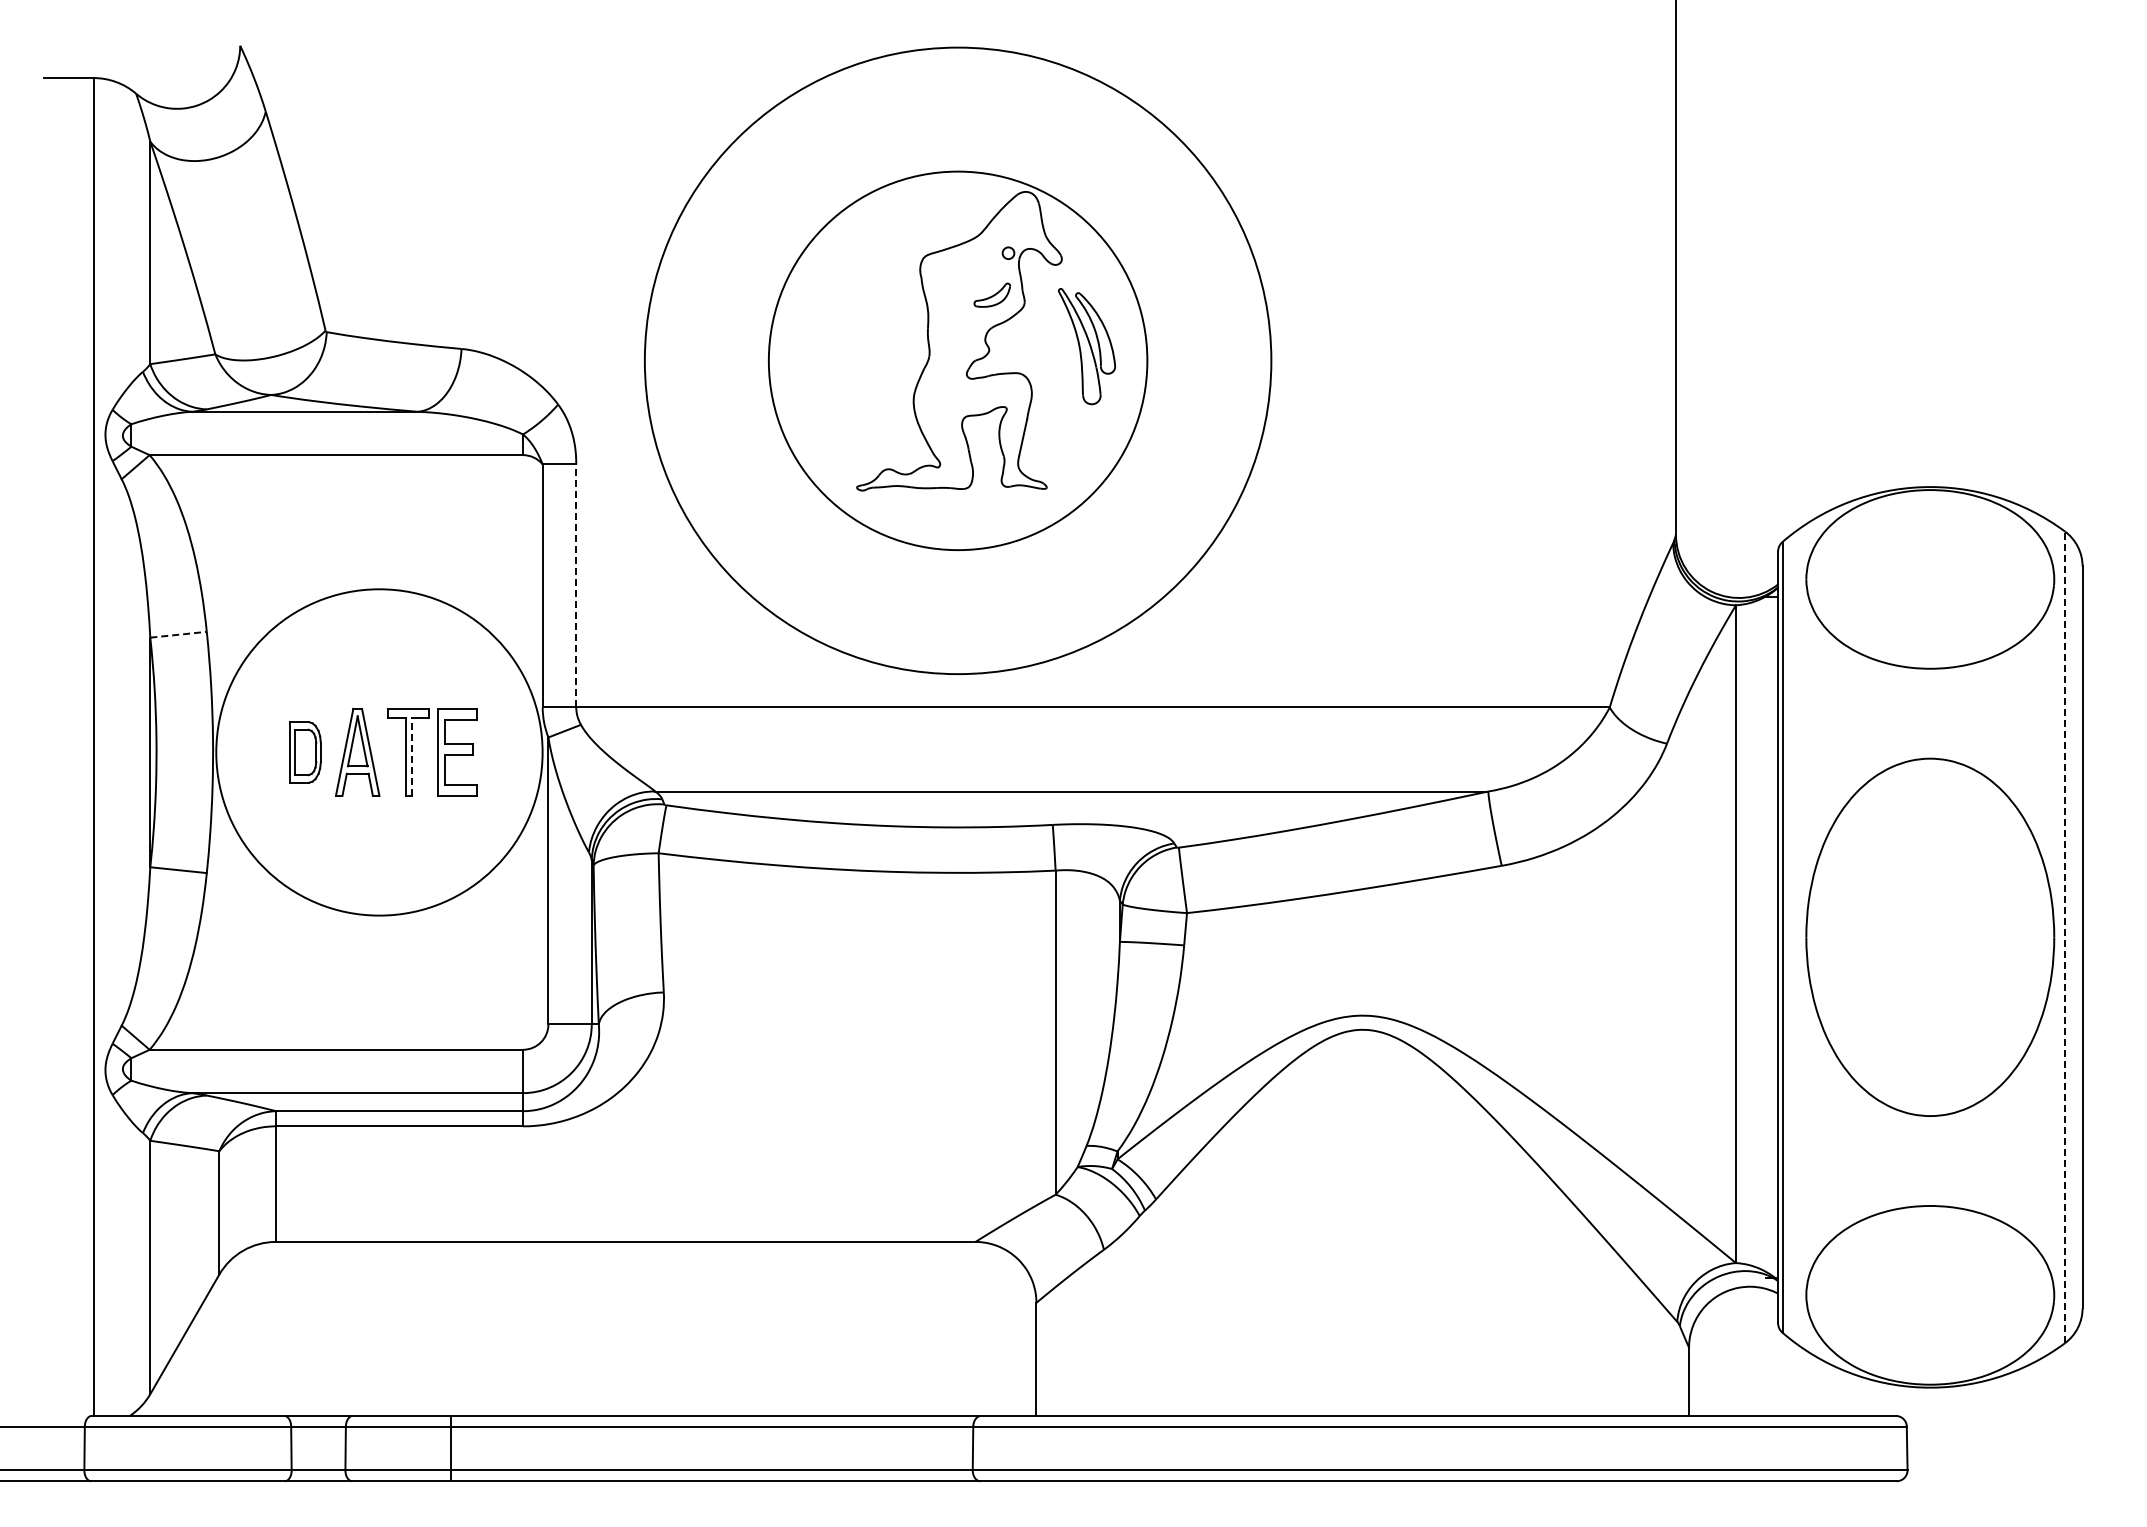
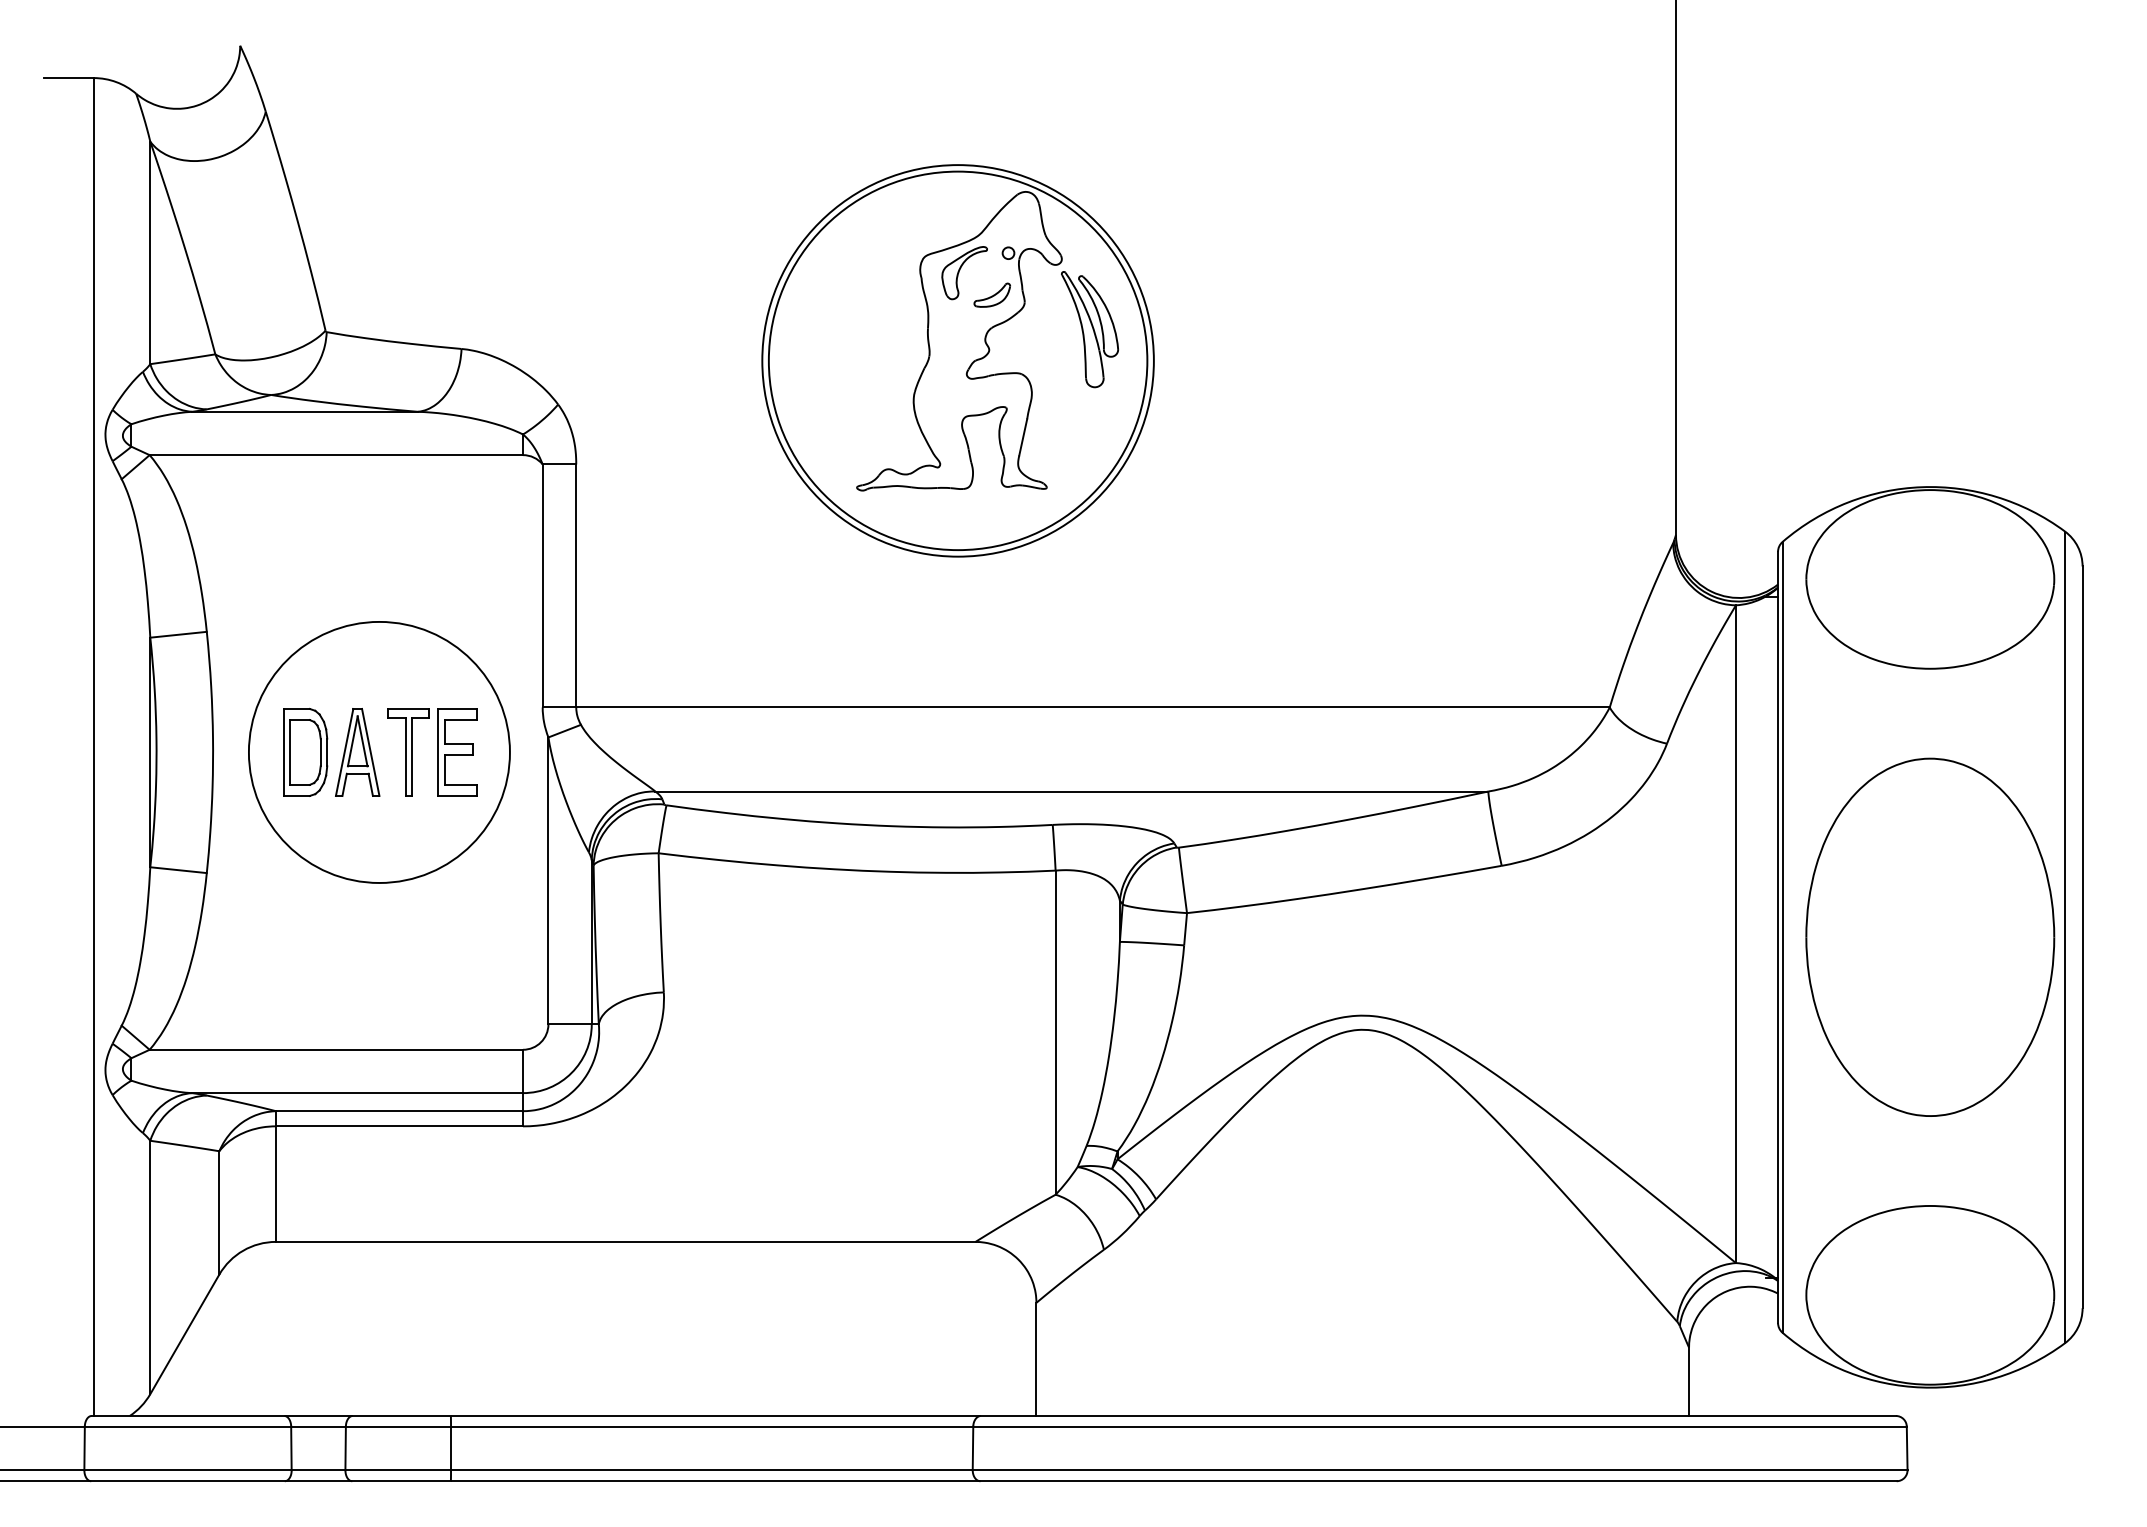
part at (964, 273): none -> present
part at (1086, 346) position: (1086, 346) -> (1089, 329)
circle at (957, 360) diameter: 627 px -> 392 px
line at (576, 585): dashed -> solid
line at (179, 634): dashed -> solid
part at (305, 752) size: 33x63 px -> 46x89 px
circle at (379, 752) diameter: 326 px -> 261 px
line at (412, 757): dashed -> solid
line at (2064, 937): dashed -> solid
